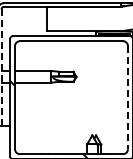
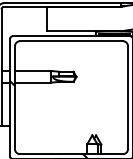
line at (1, 67): dashed -> solid
line at (127, 97): dashed -> solid
